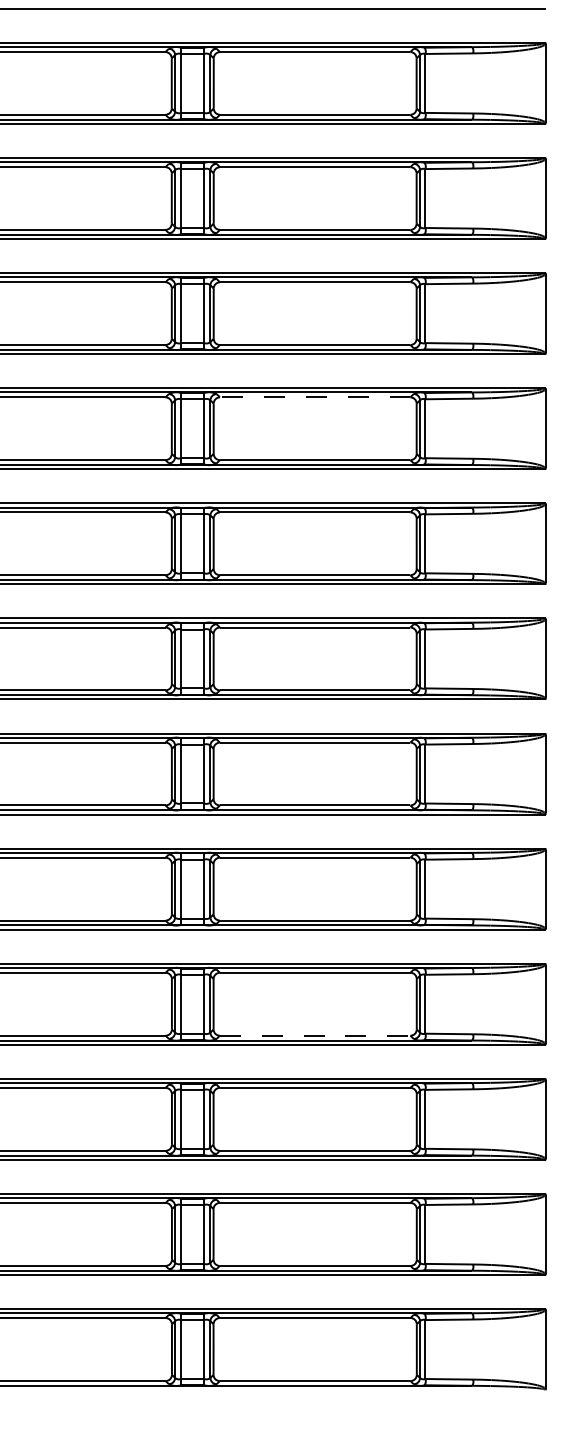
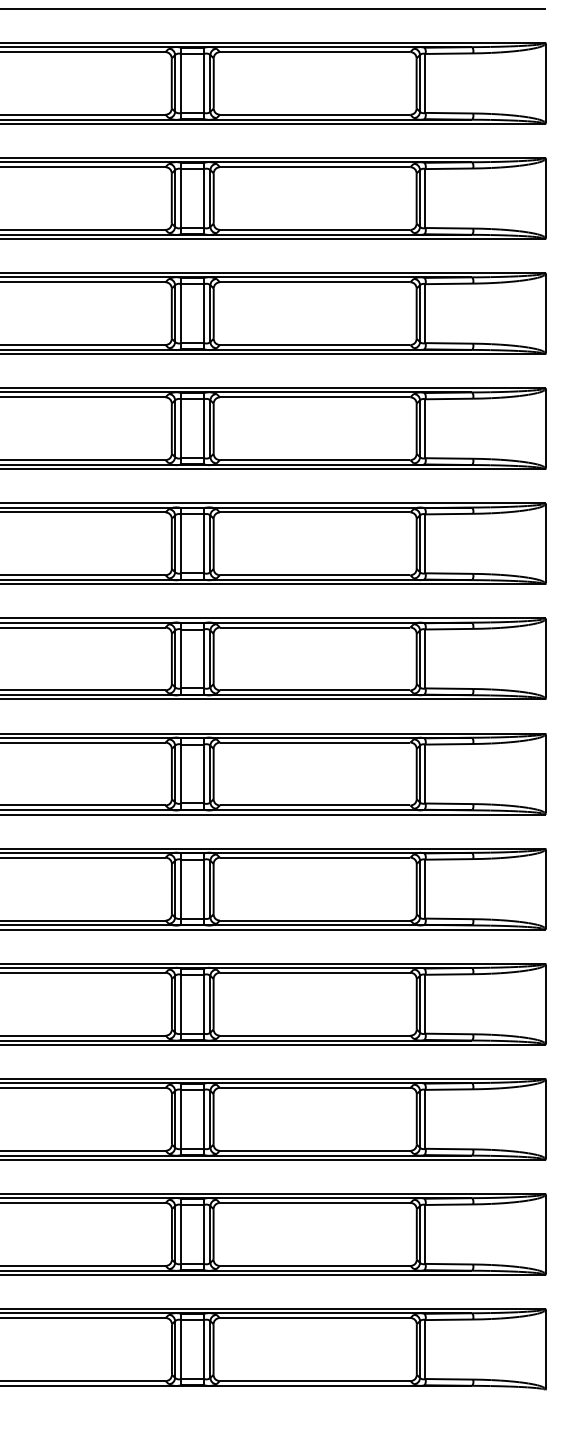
line at (314, 397): dashed -> solid
line at (315, 1035): dashed -> solid
